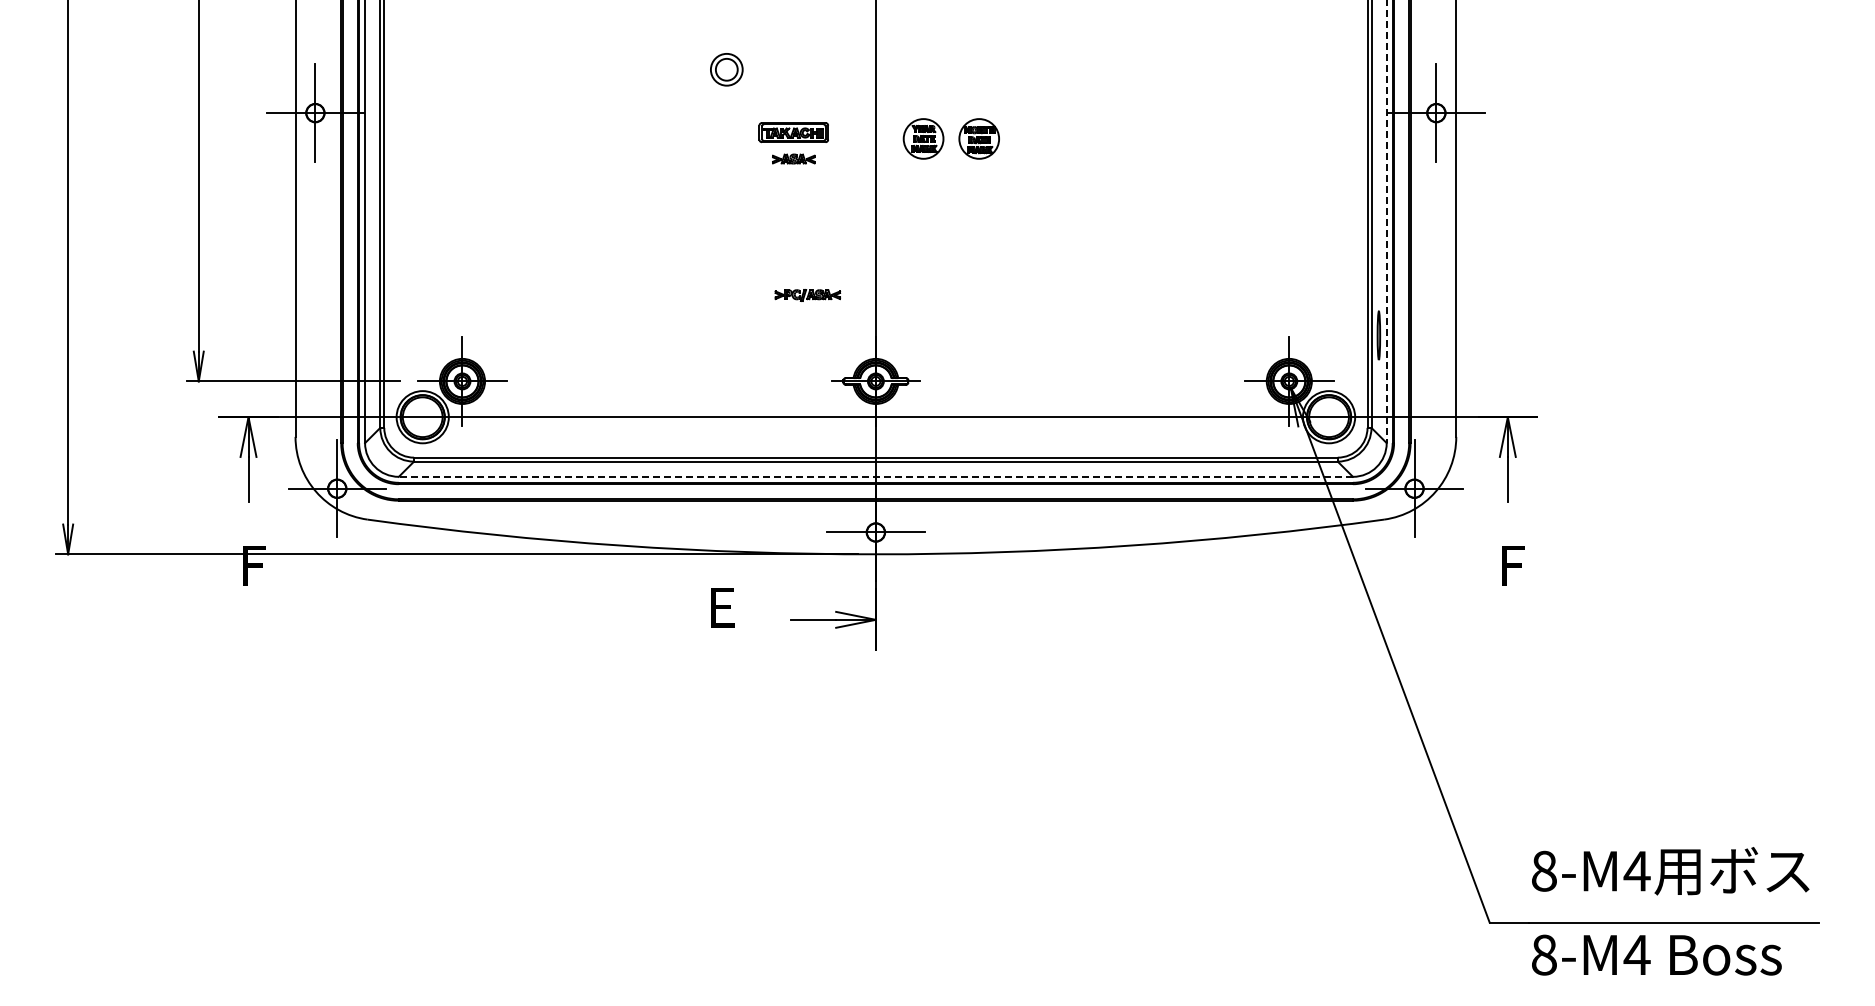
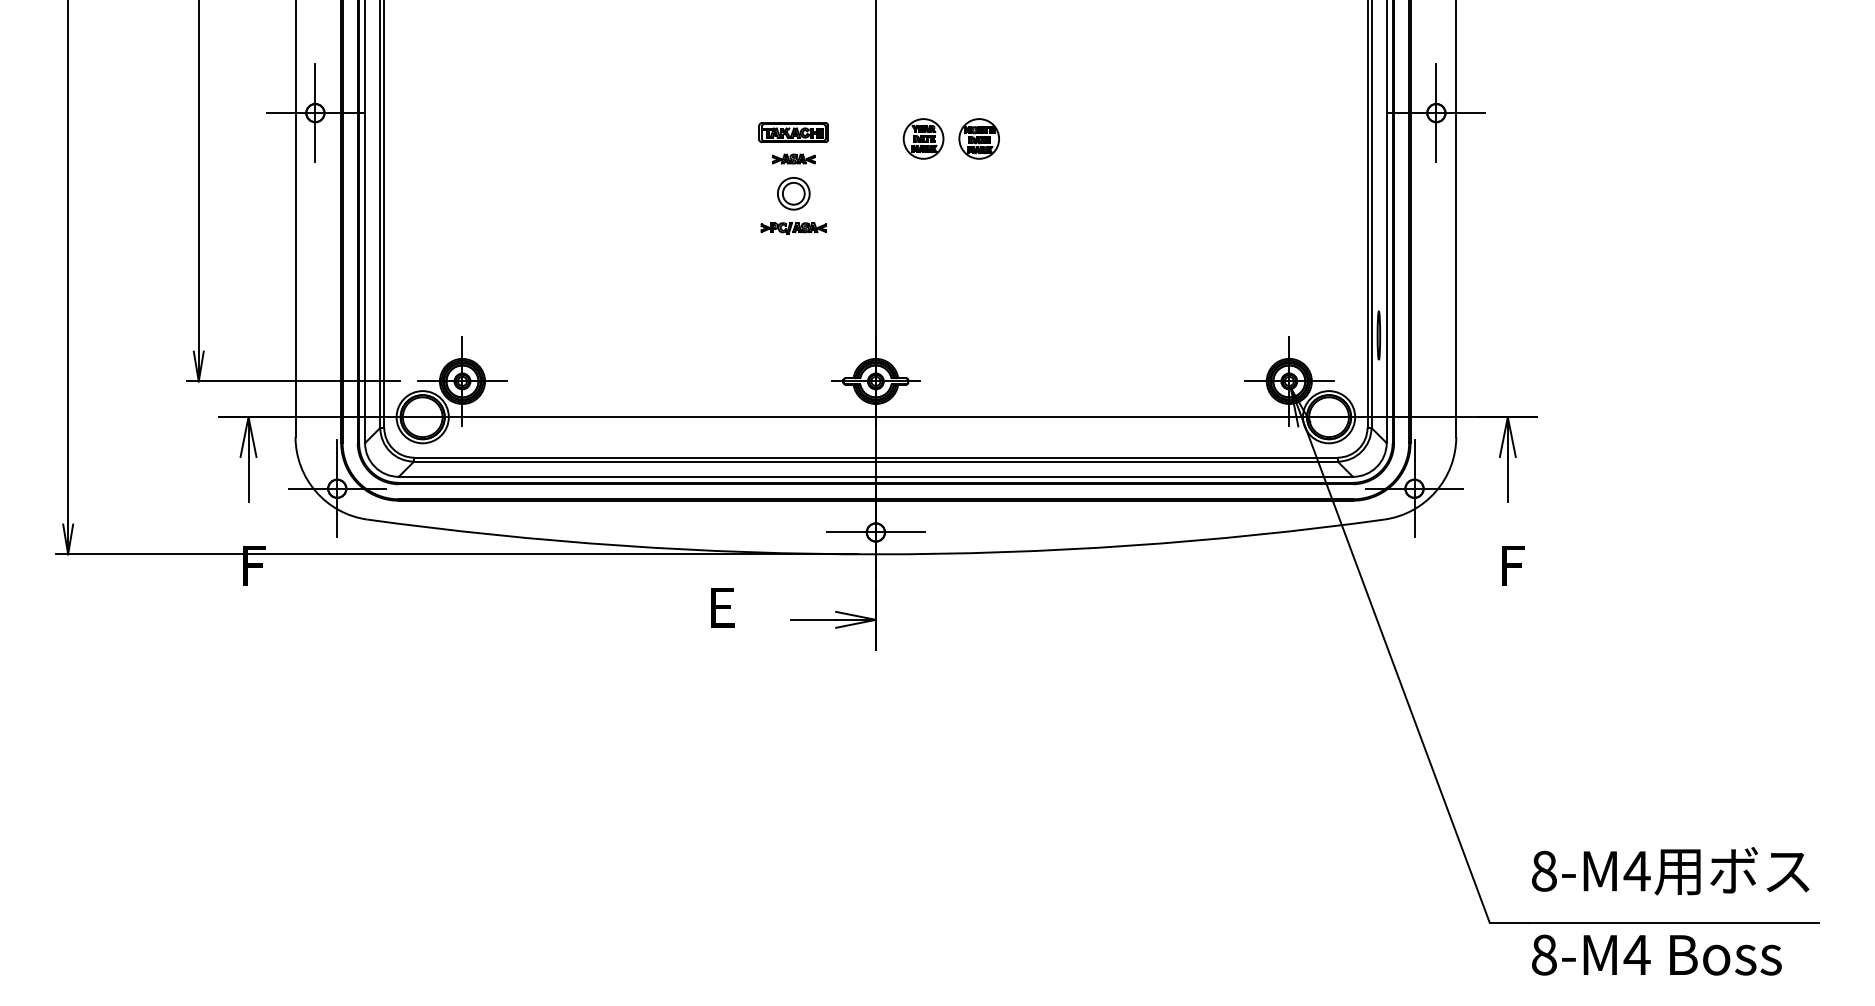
part at (726, 69) position: (726, 69) -> (793, 193)
line at (1386, 222): dashed -> solid
part at (807, 295) position: (807, 295) -> (793, 228)
line at (875, 476): dashed -> solid
